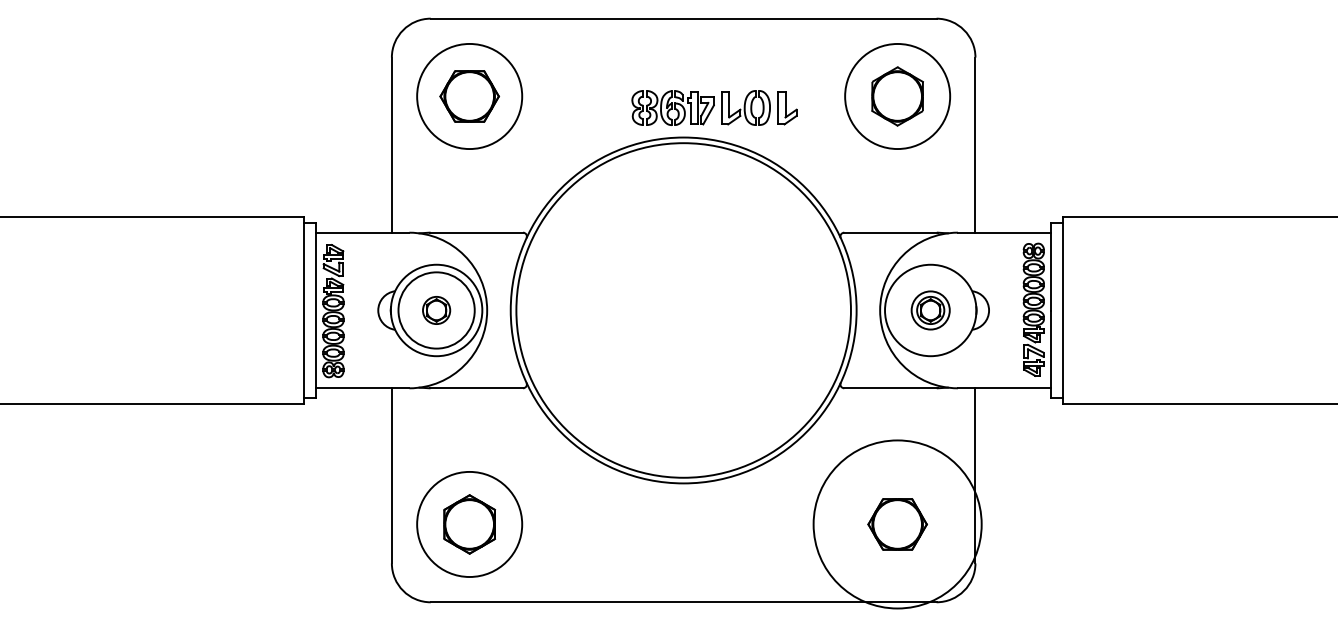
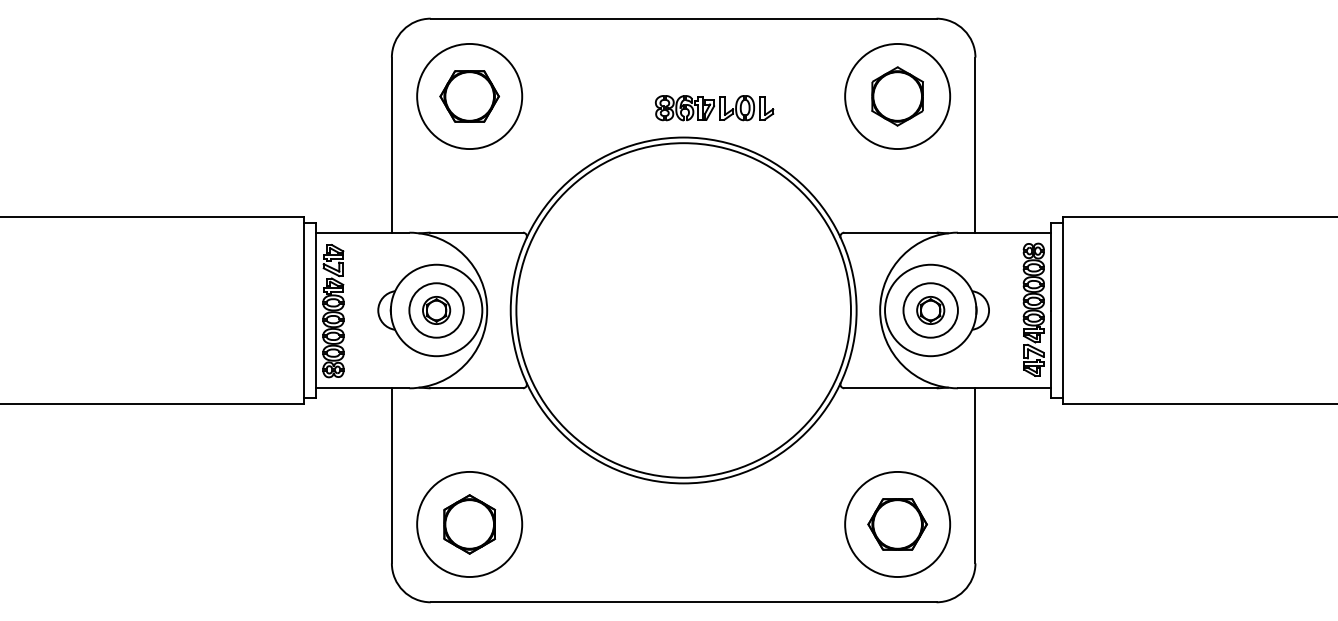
part at (714, 107) size: 167x36 px -> 121x27 px
circle at (436, 310) diameter: 76 px -> 54 px
circle at (930, 310) diameter: 38 px -> 54 px
circle at (897, 524) diameter: 168 px -> 105 px
